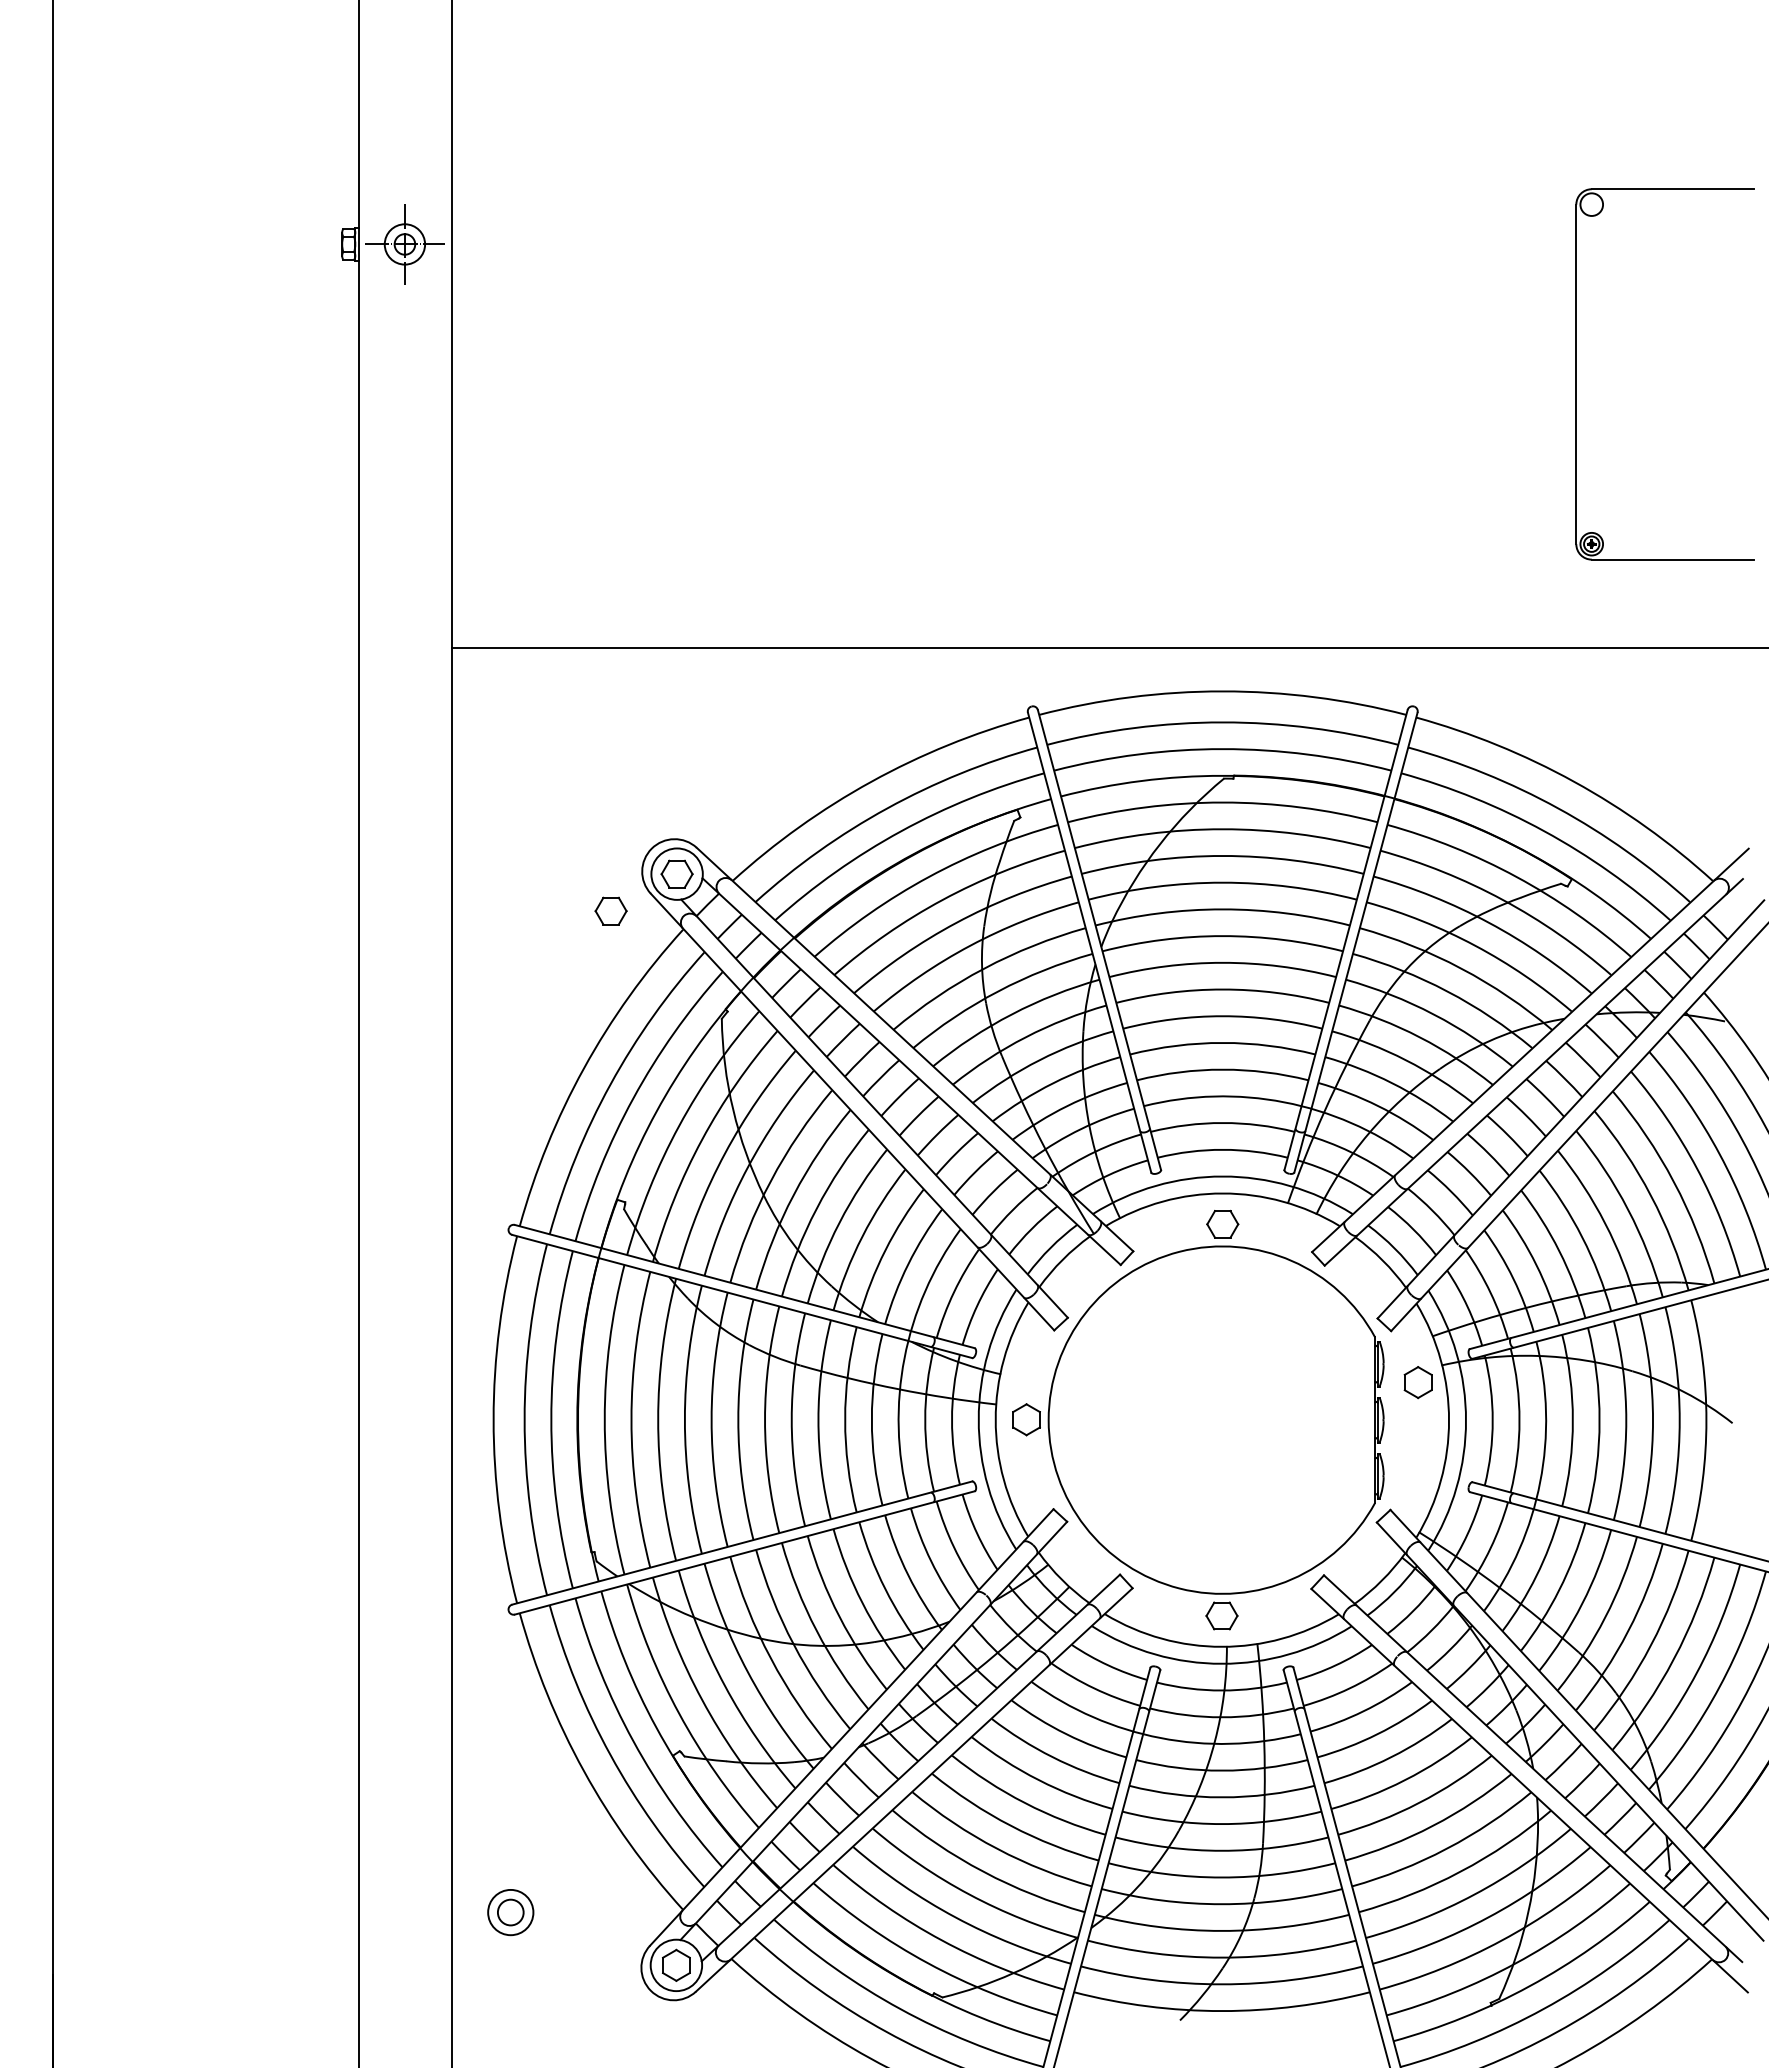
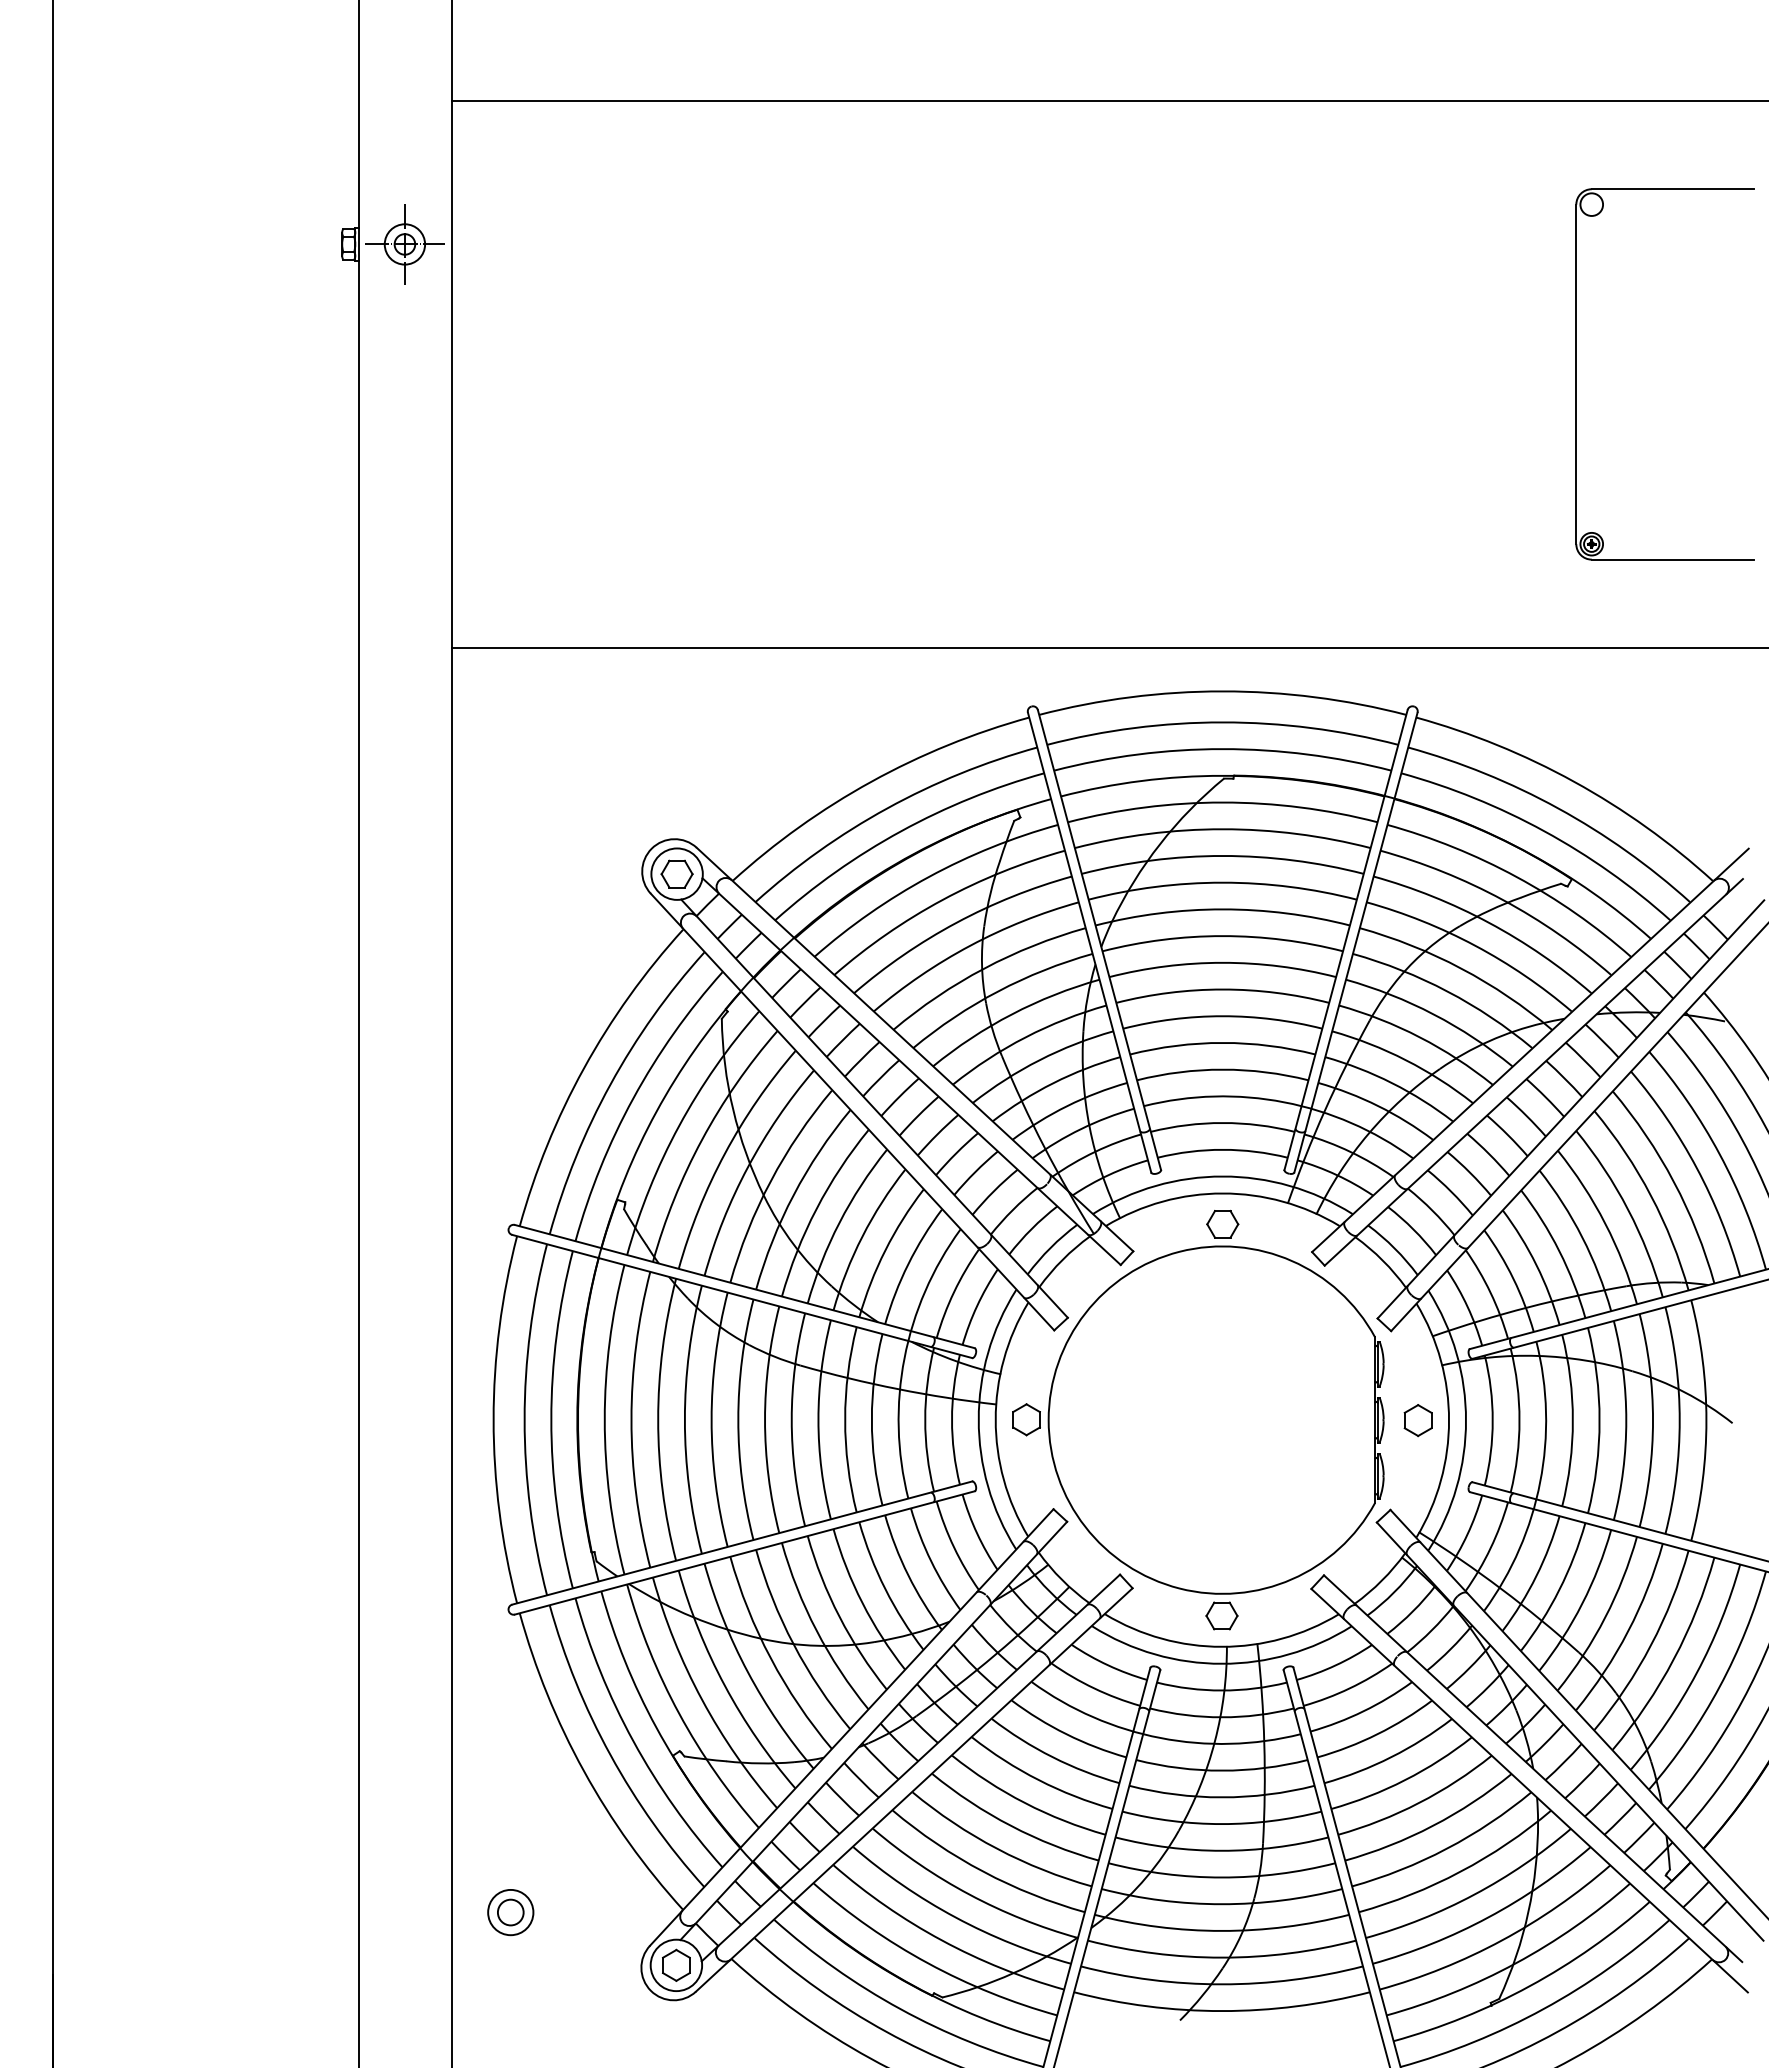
line at (1108, 100): none -> present
part at (610, 910): present -> none
part at (1417, 1382) position: (1417, 1382) -> (1417, 1420)
